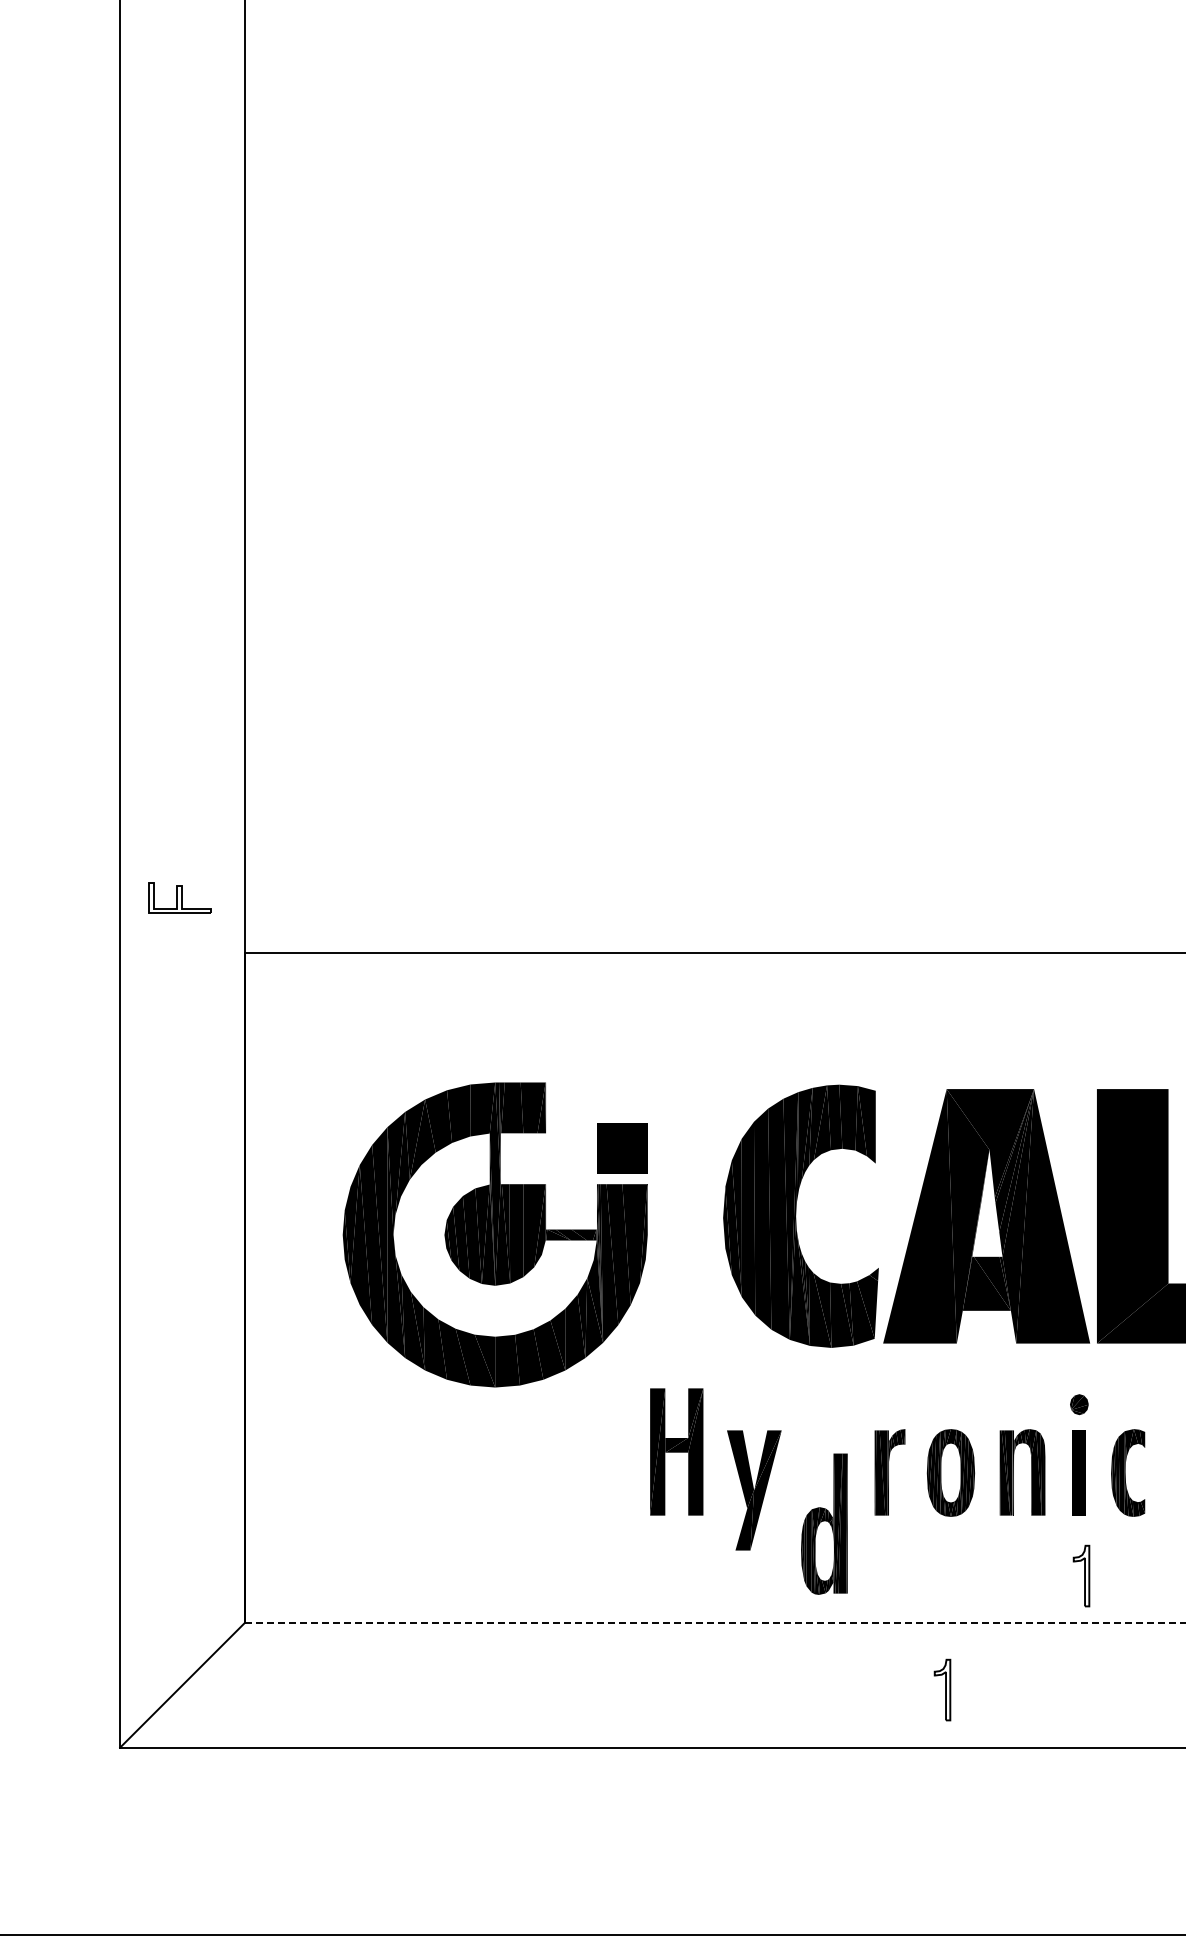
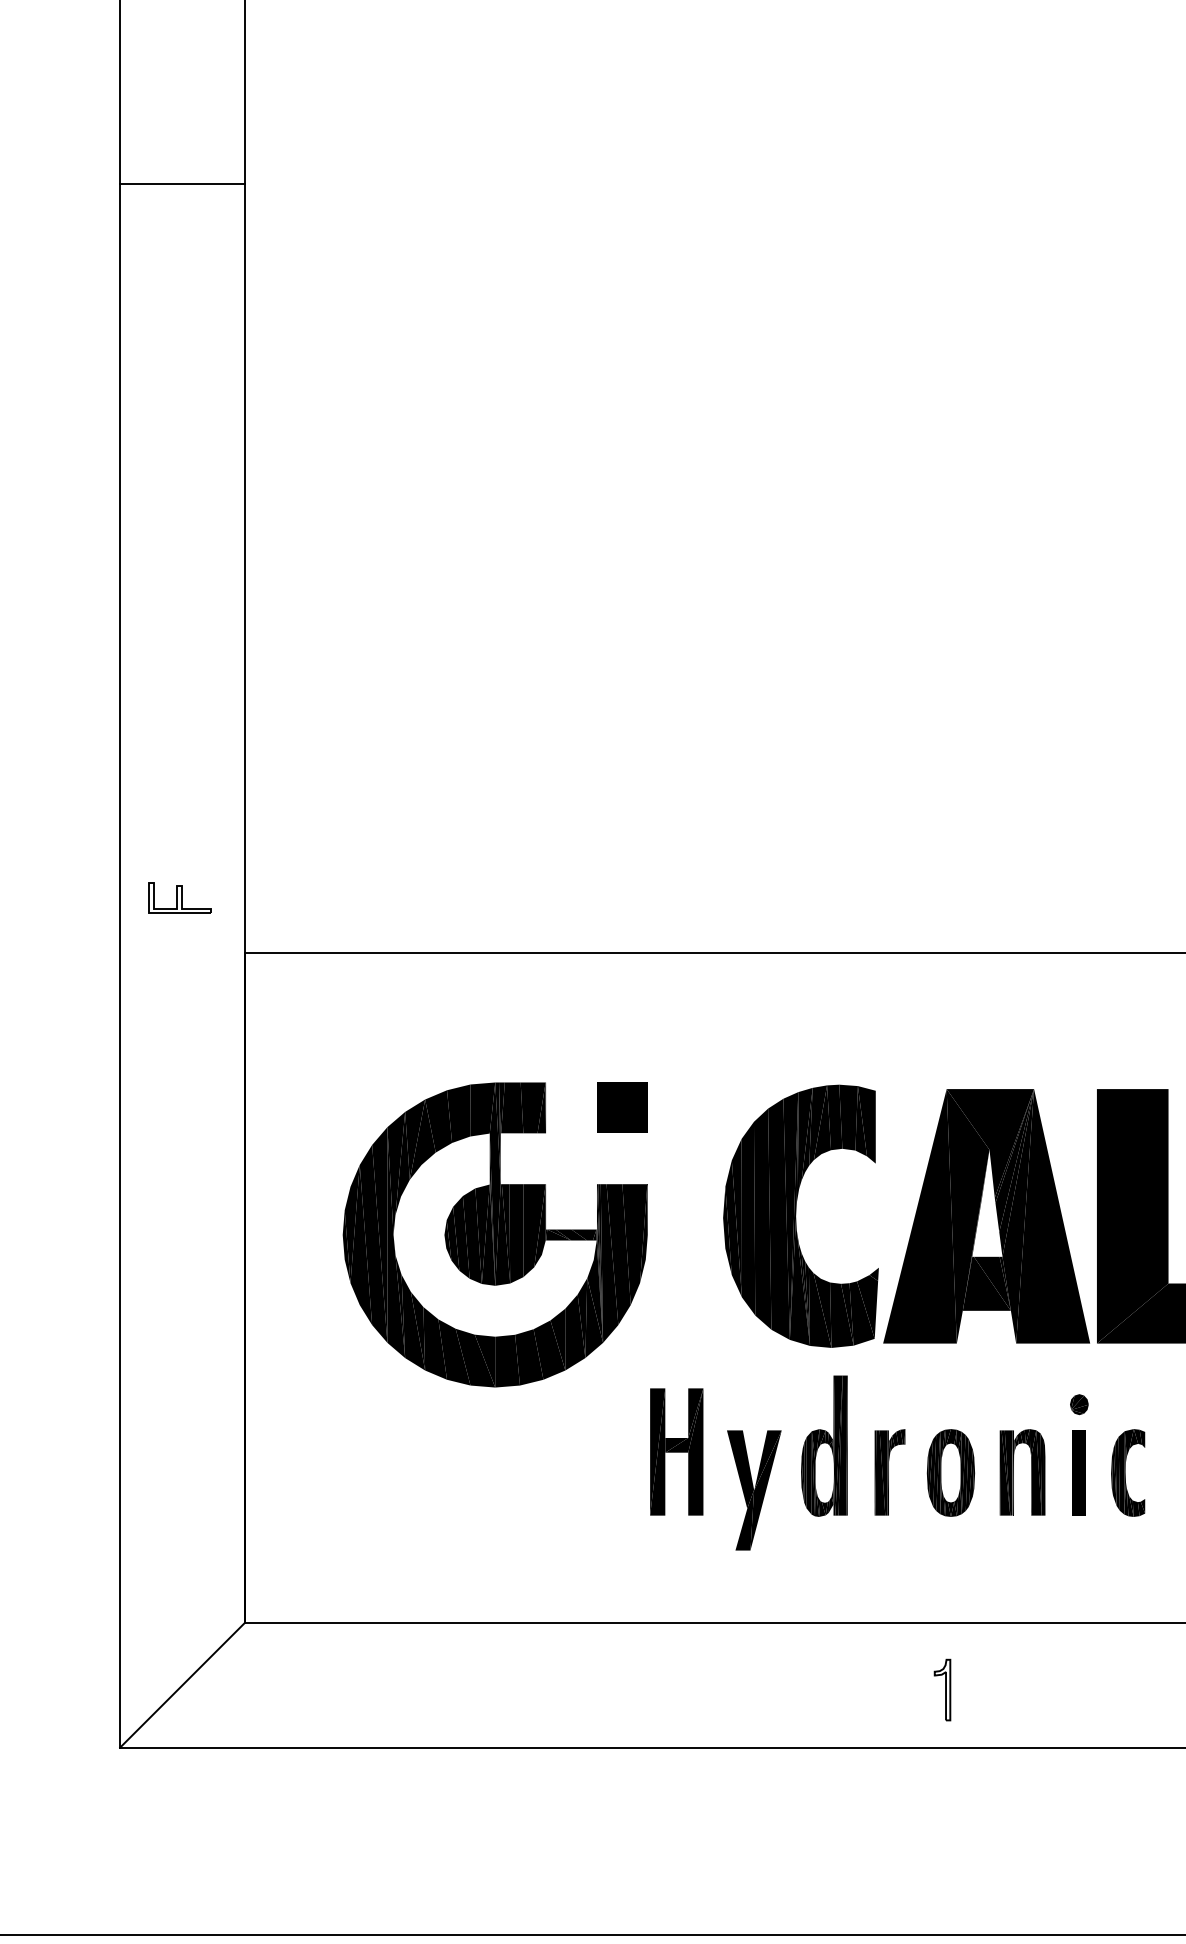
line at (182, 184): none -> present
part at (622, 1148) position: (622, 1148) -> (622, 1107)
part at (824, 1523) position: (824, 1523) -> (824, 1445)
part at (1081, 1575): present -> none
line at (715, 1623): dashed -> solid
